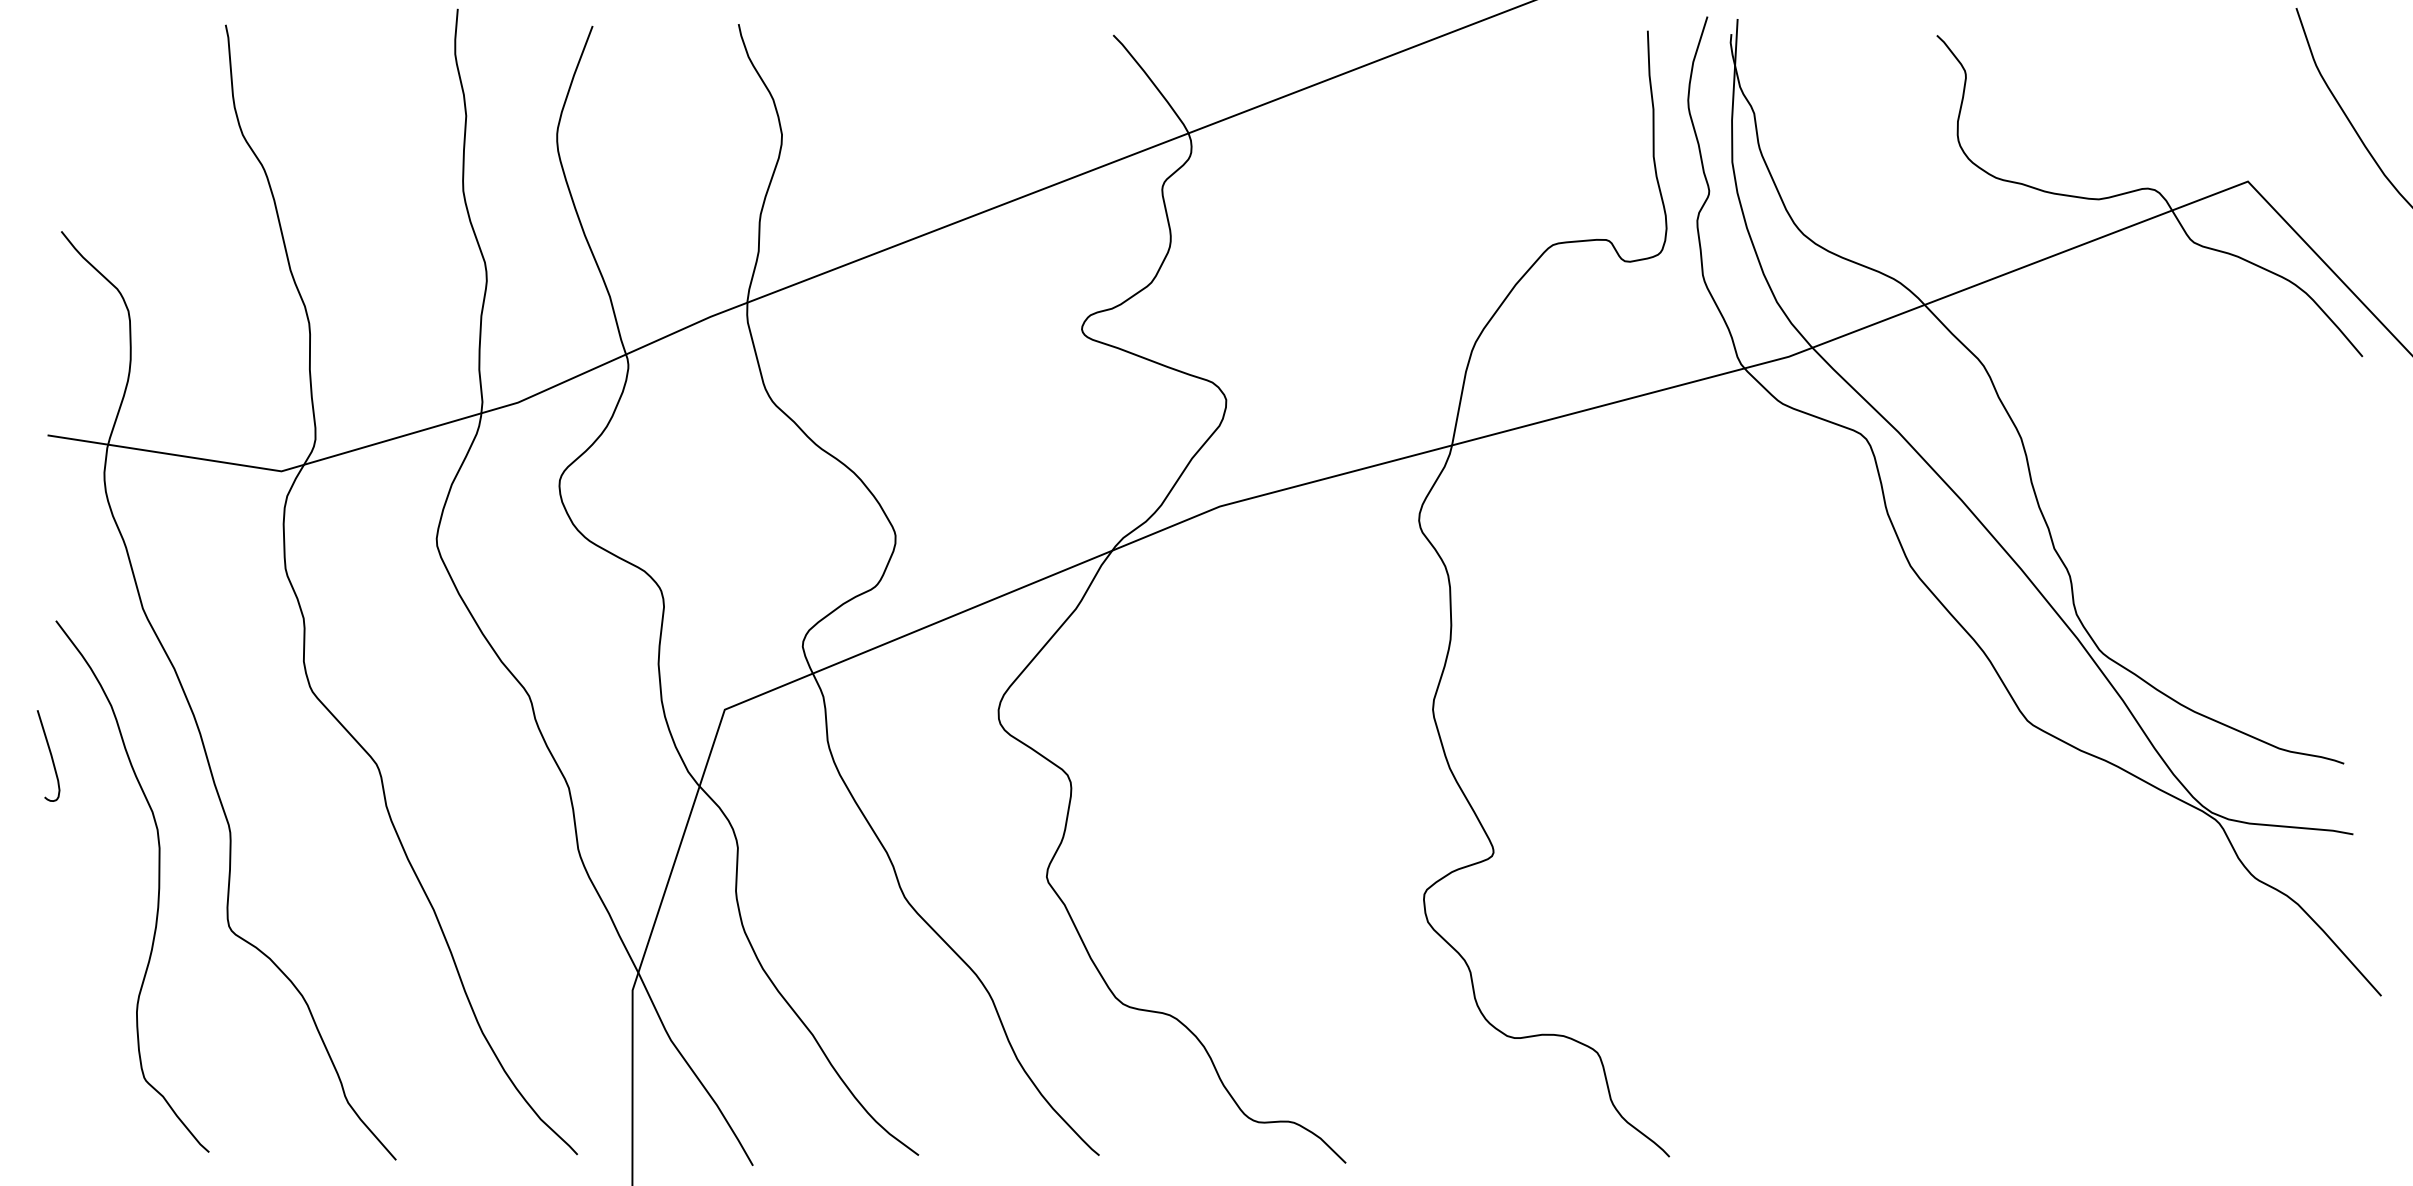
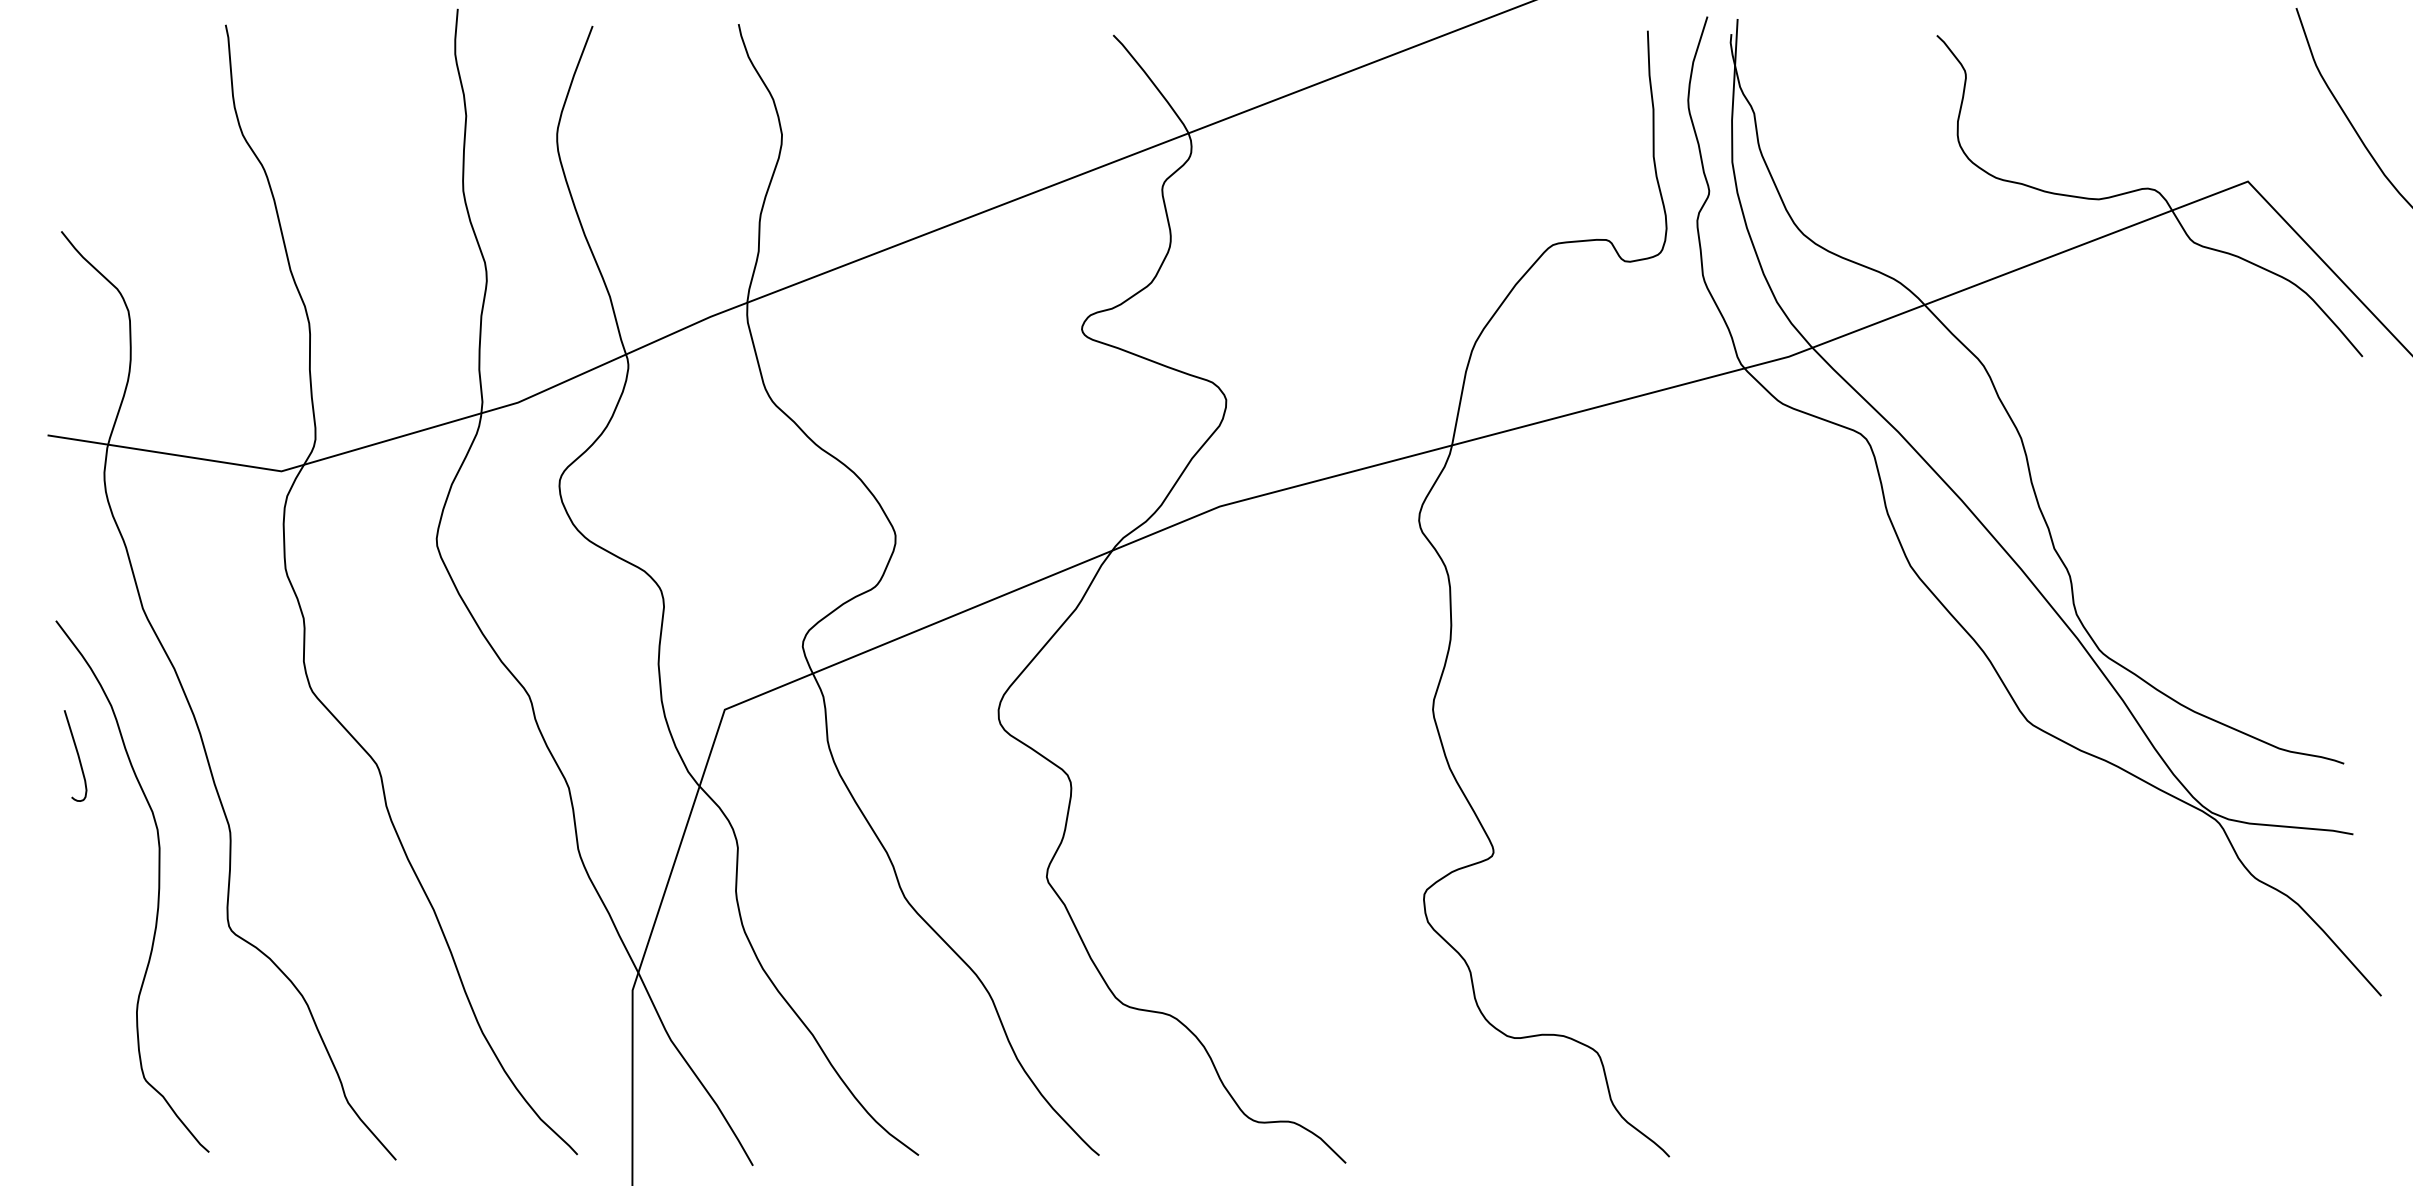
curve at (50, 755) position: (50, 755) -> (77, 755)
